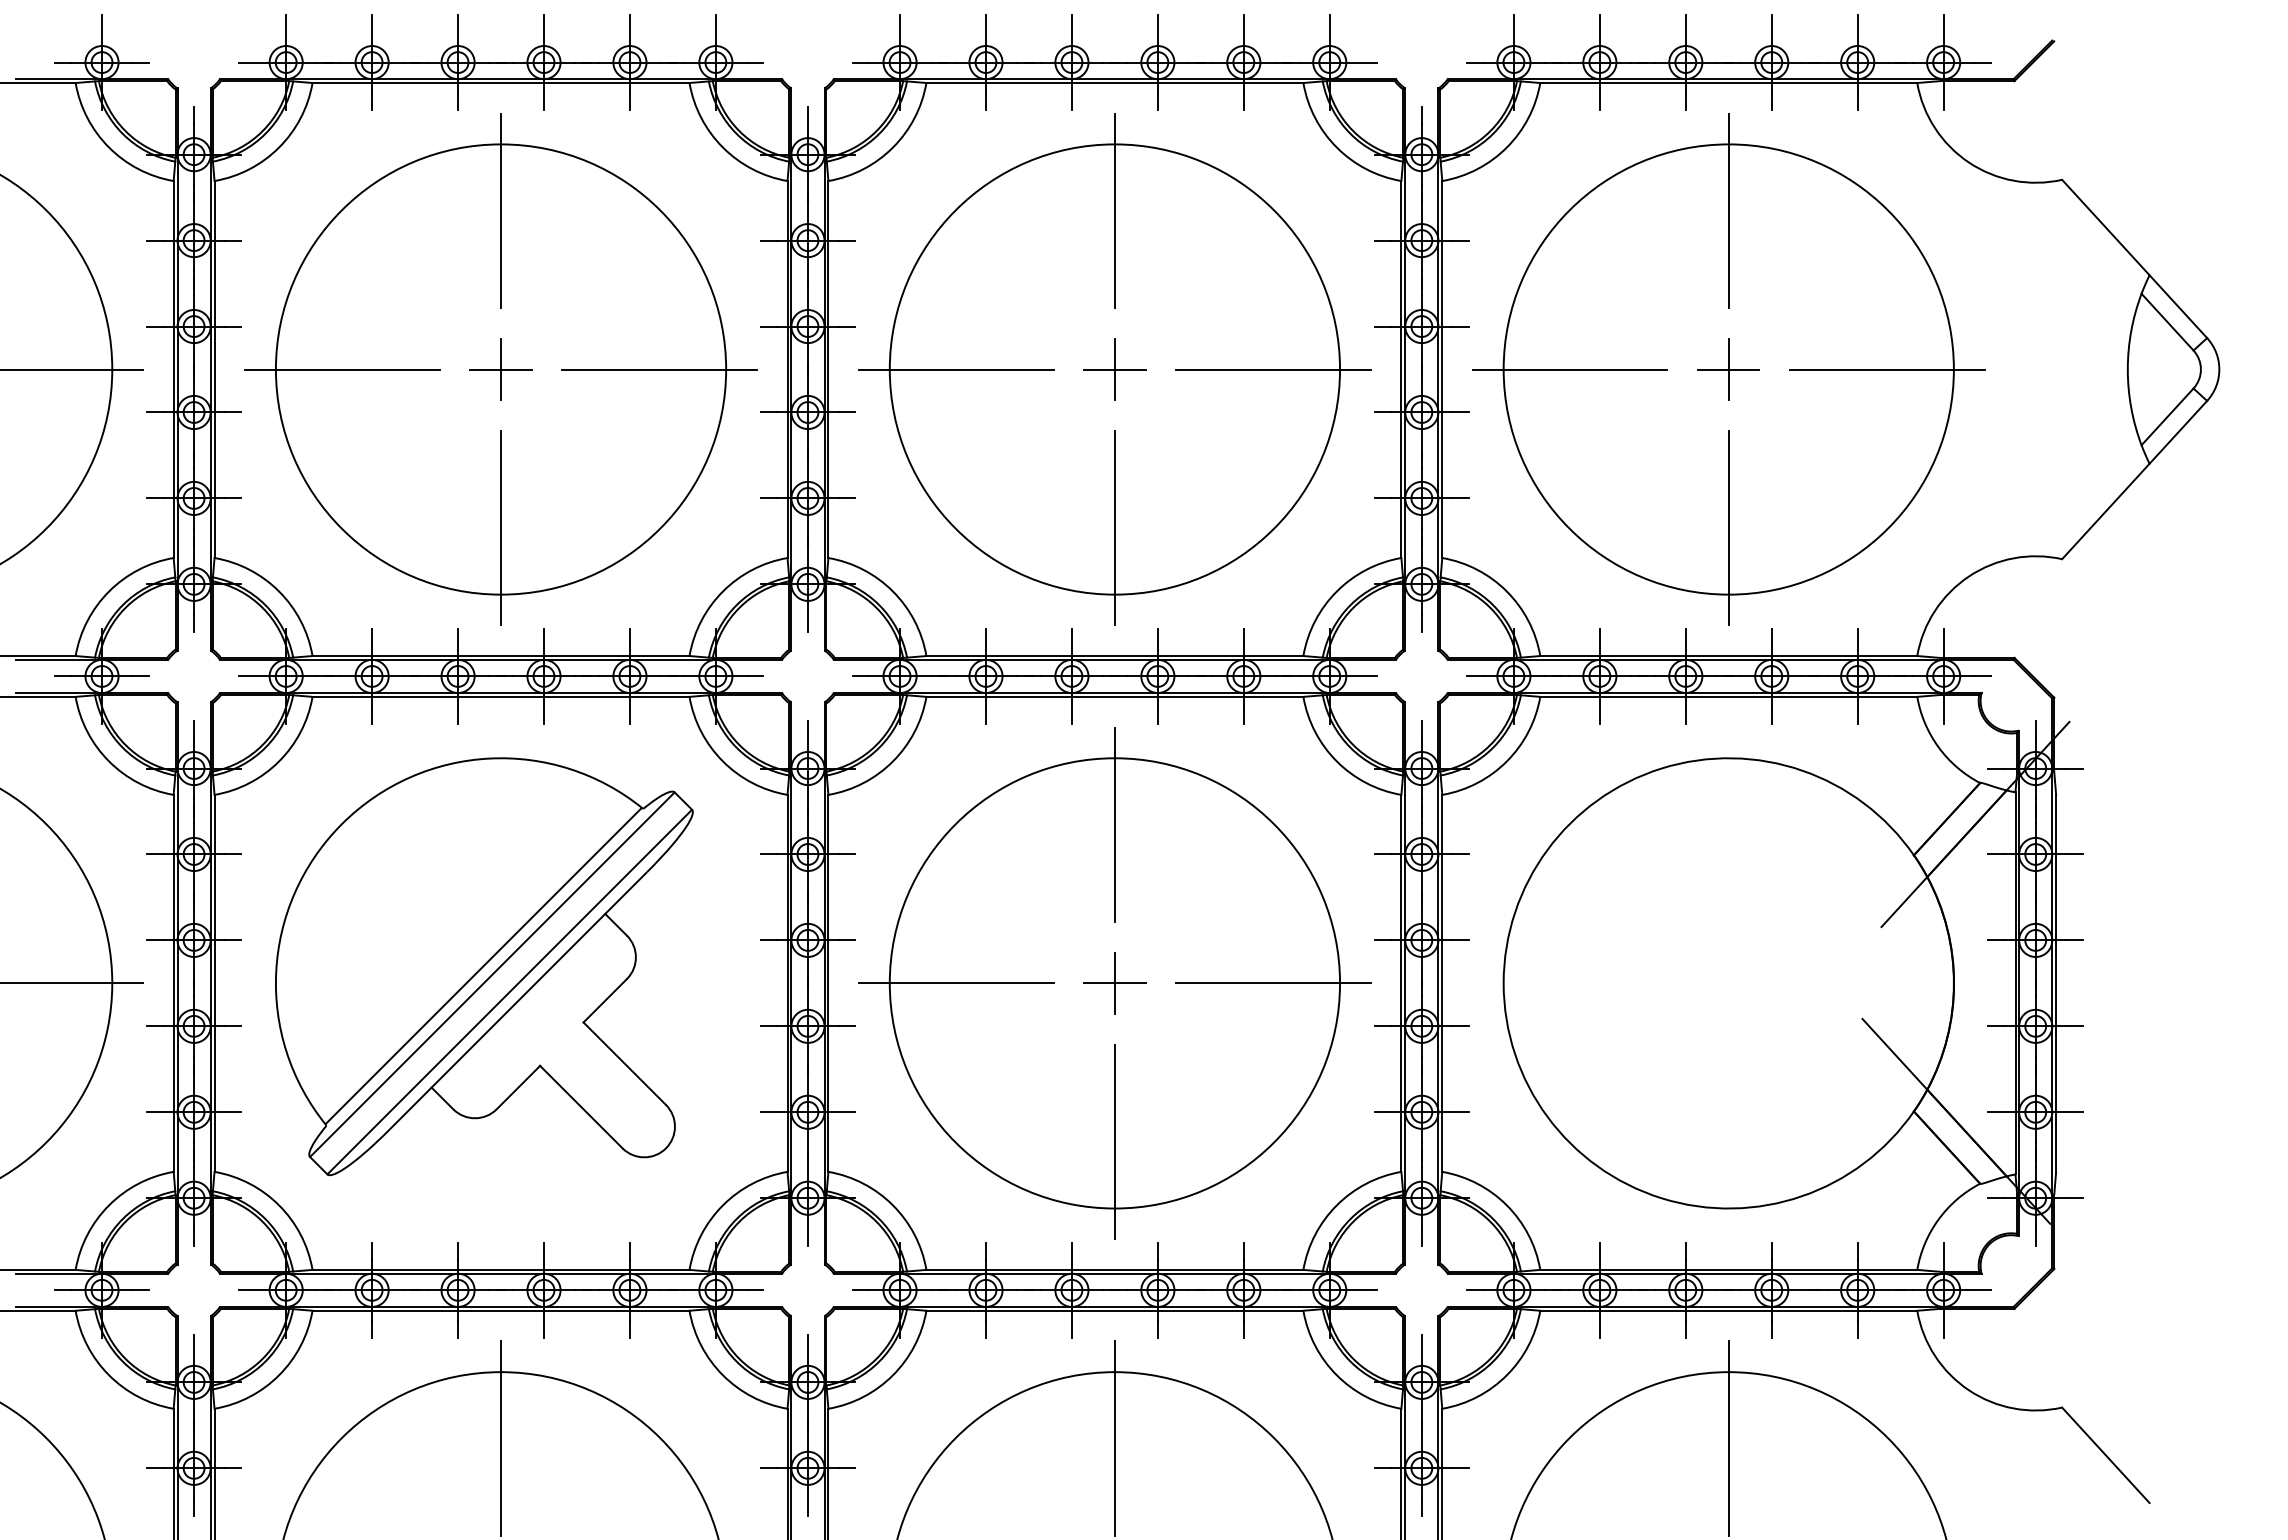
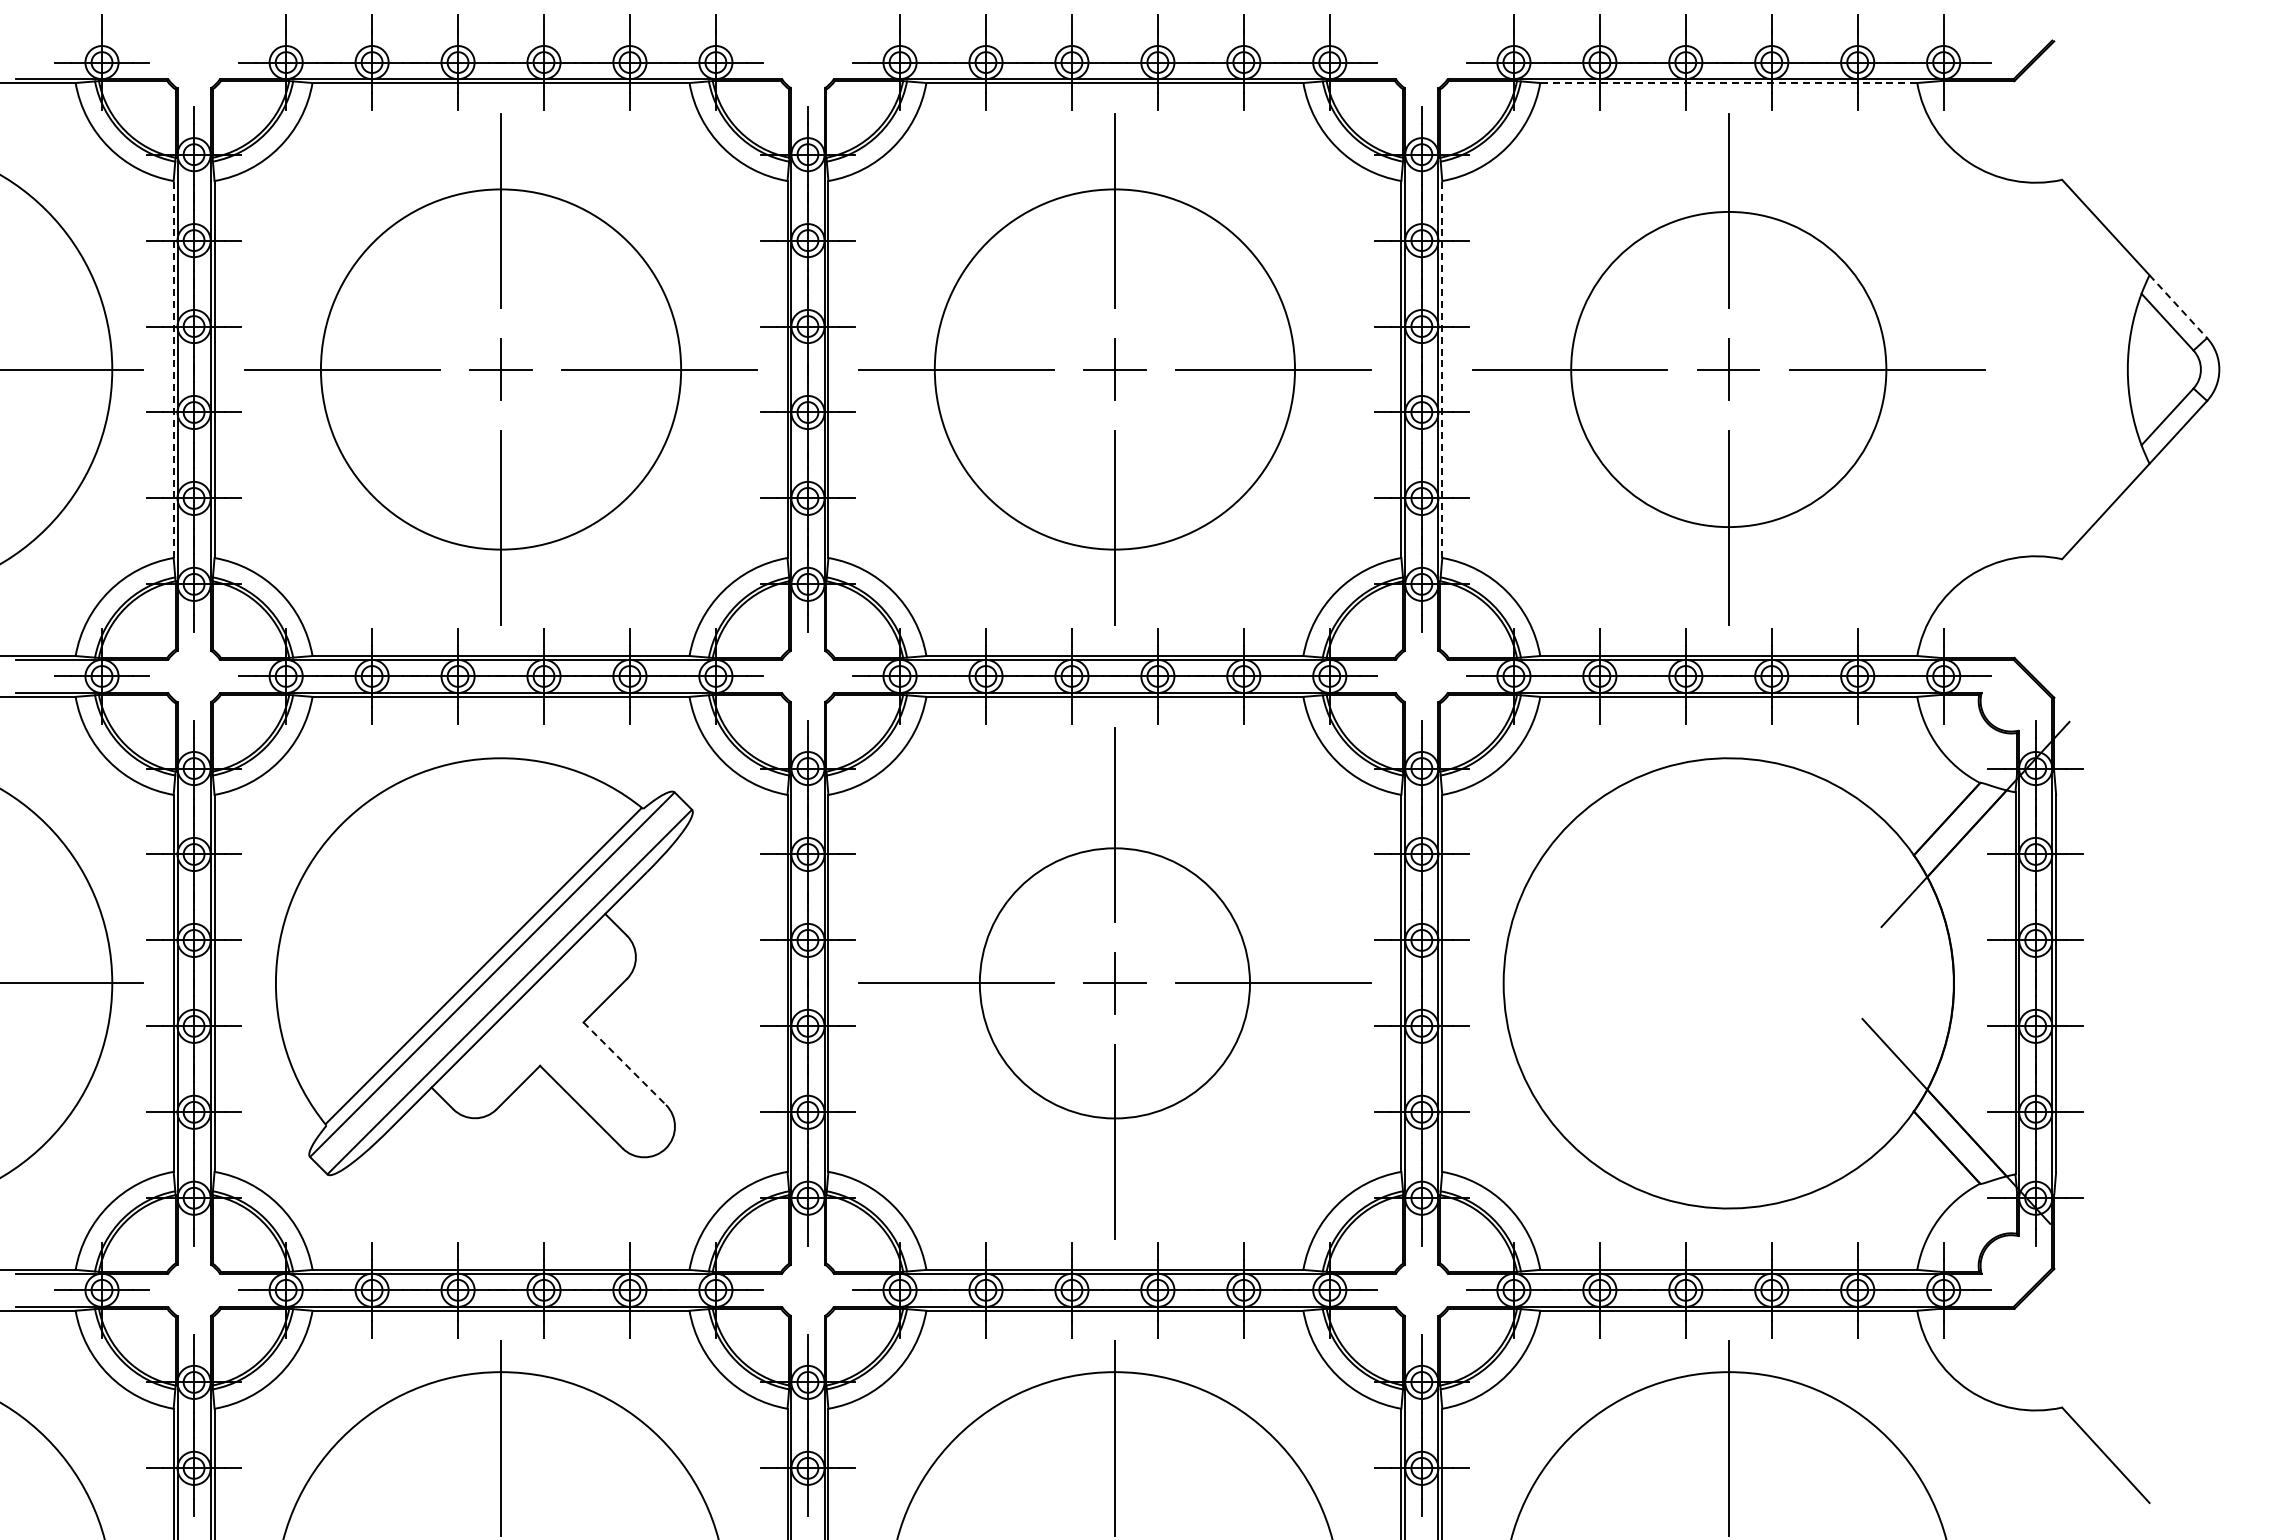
line at (1728, 83): solid -> dashed
line at (2178, 306): solid -> dashed
line at (173, 369): solid -> dashed
circle at (500, 369) diameter: 450 px -> 360 px
circle at (1114, 369) diameter: 450 px -> 360 px
line at (1442, 369): solid -> dashed
circle at (1728, 369) diameter: 450 px -> 315 px
circle at (1114, 983) diameter: 450 px -> 270 px
line at (625, 1064): solid -> dashed
